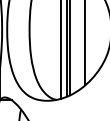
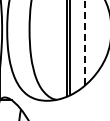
line at (84, 42): solid -> dashed
line at (61, 50): present -> none
